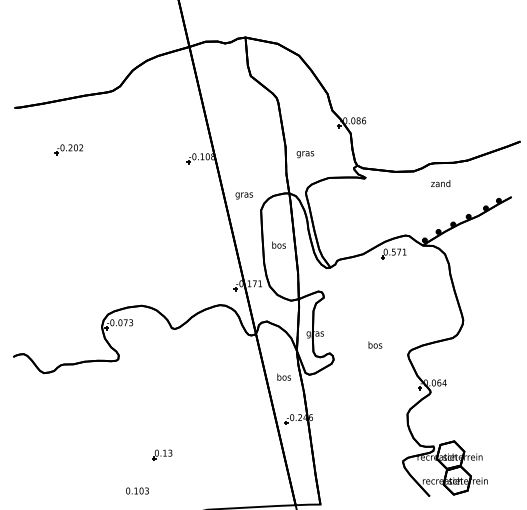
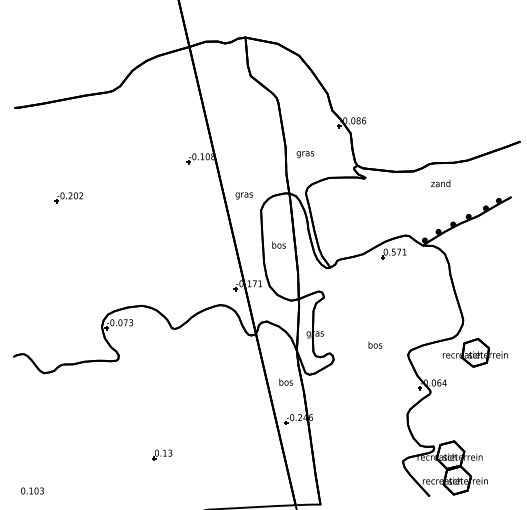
part at (68, 149) position: (68, 149) -> (68, 197)
part at (475, 352): none -> present
text at (283, 376) position: (283, 376) -> (285, 381)
text at (137, 490) position: (137, 490) -> (32, 490)
